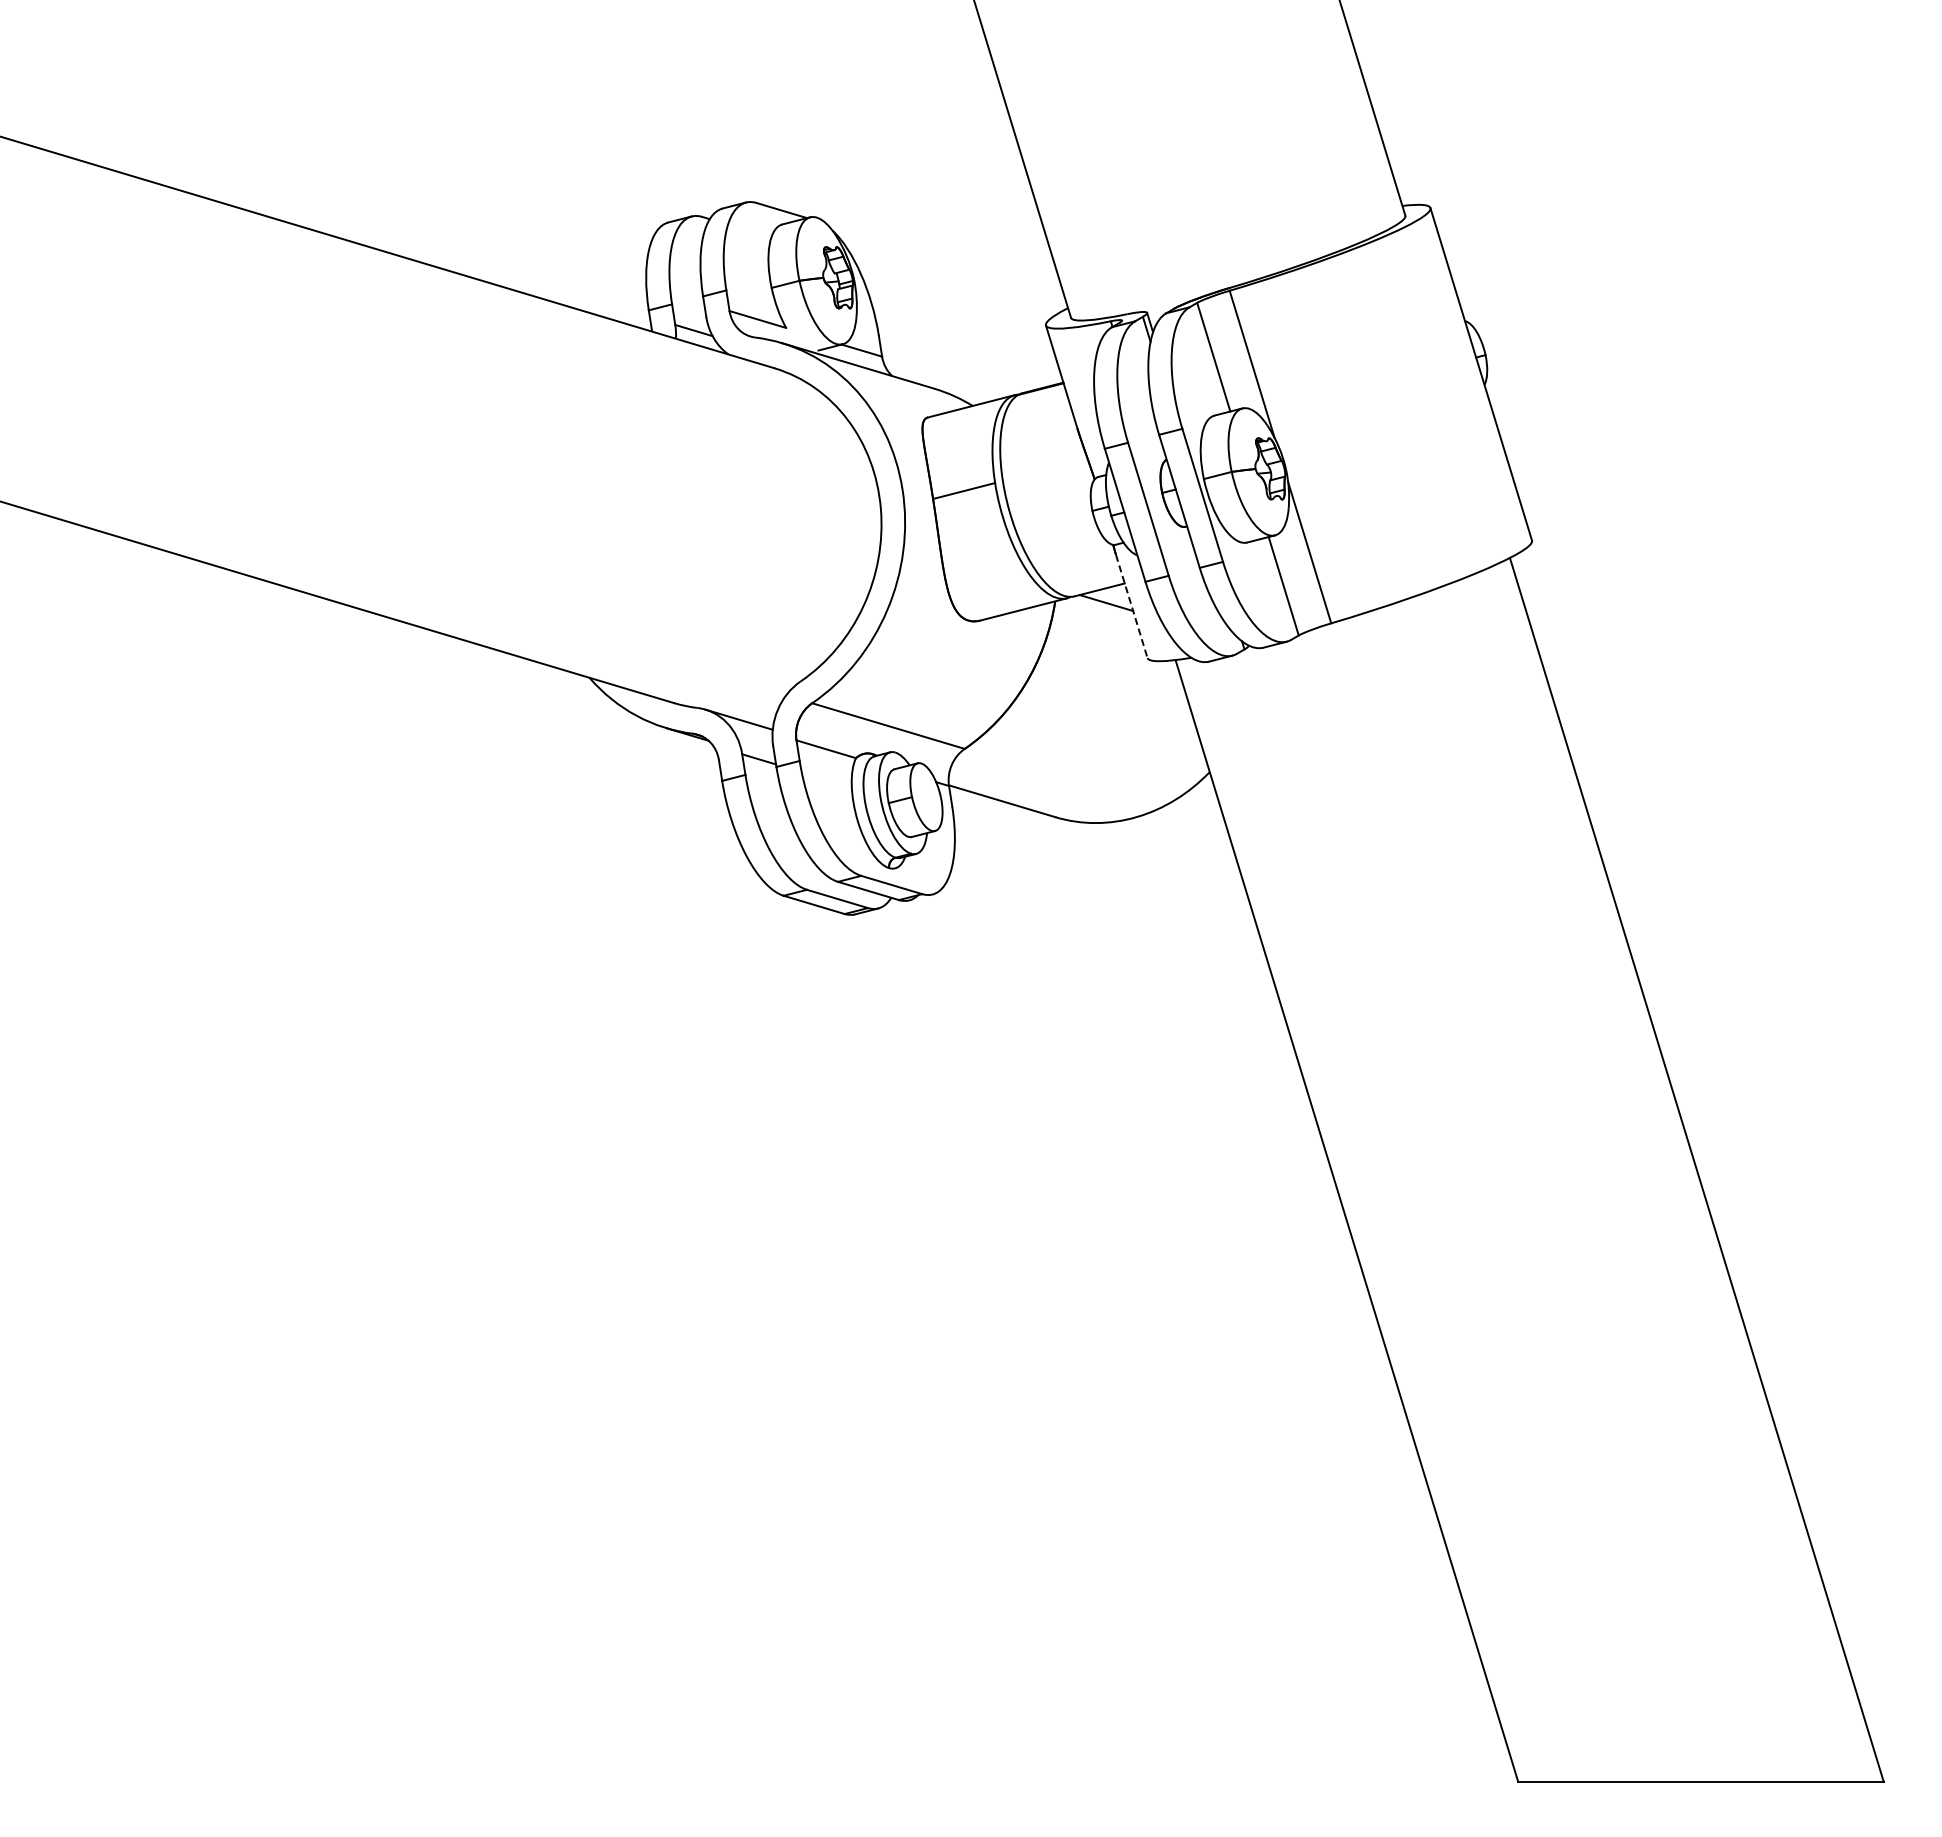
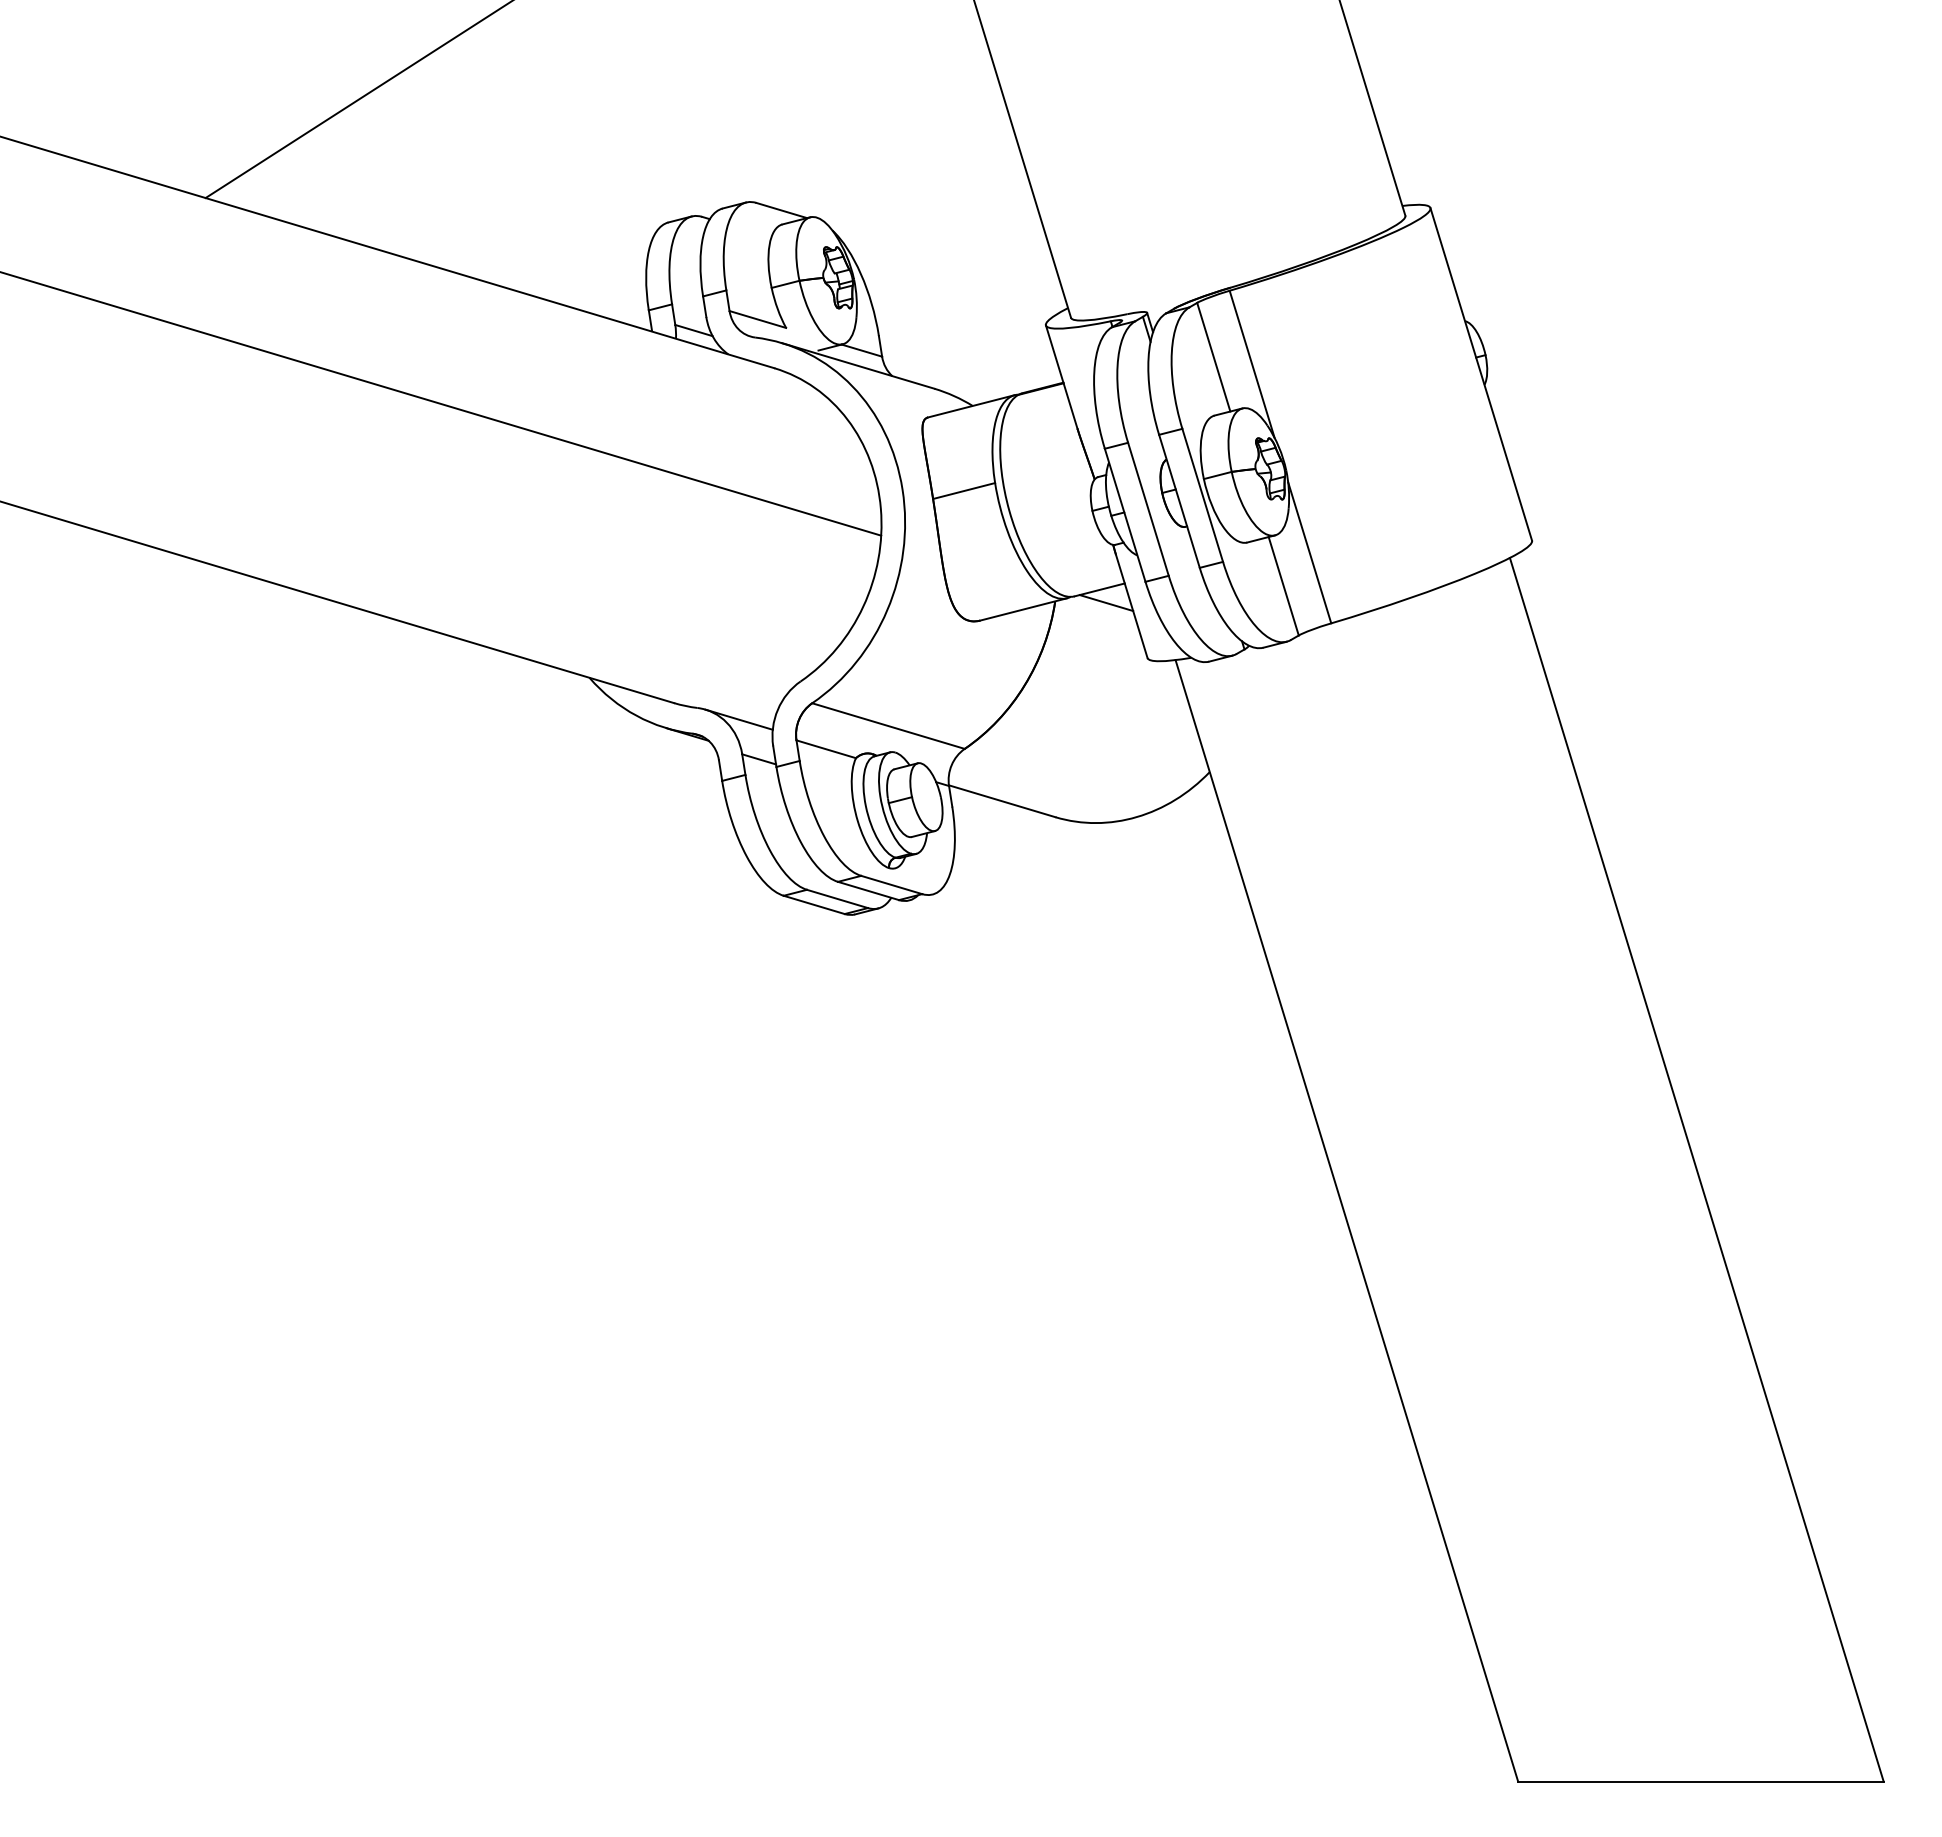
line at (357, 100): none -> present
line at (441, 403): none -> present
line at (1131, 606): dashed -> solid
